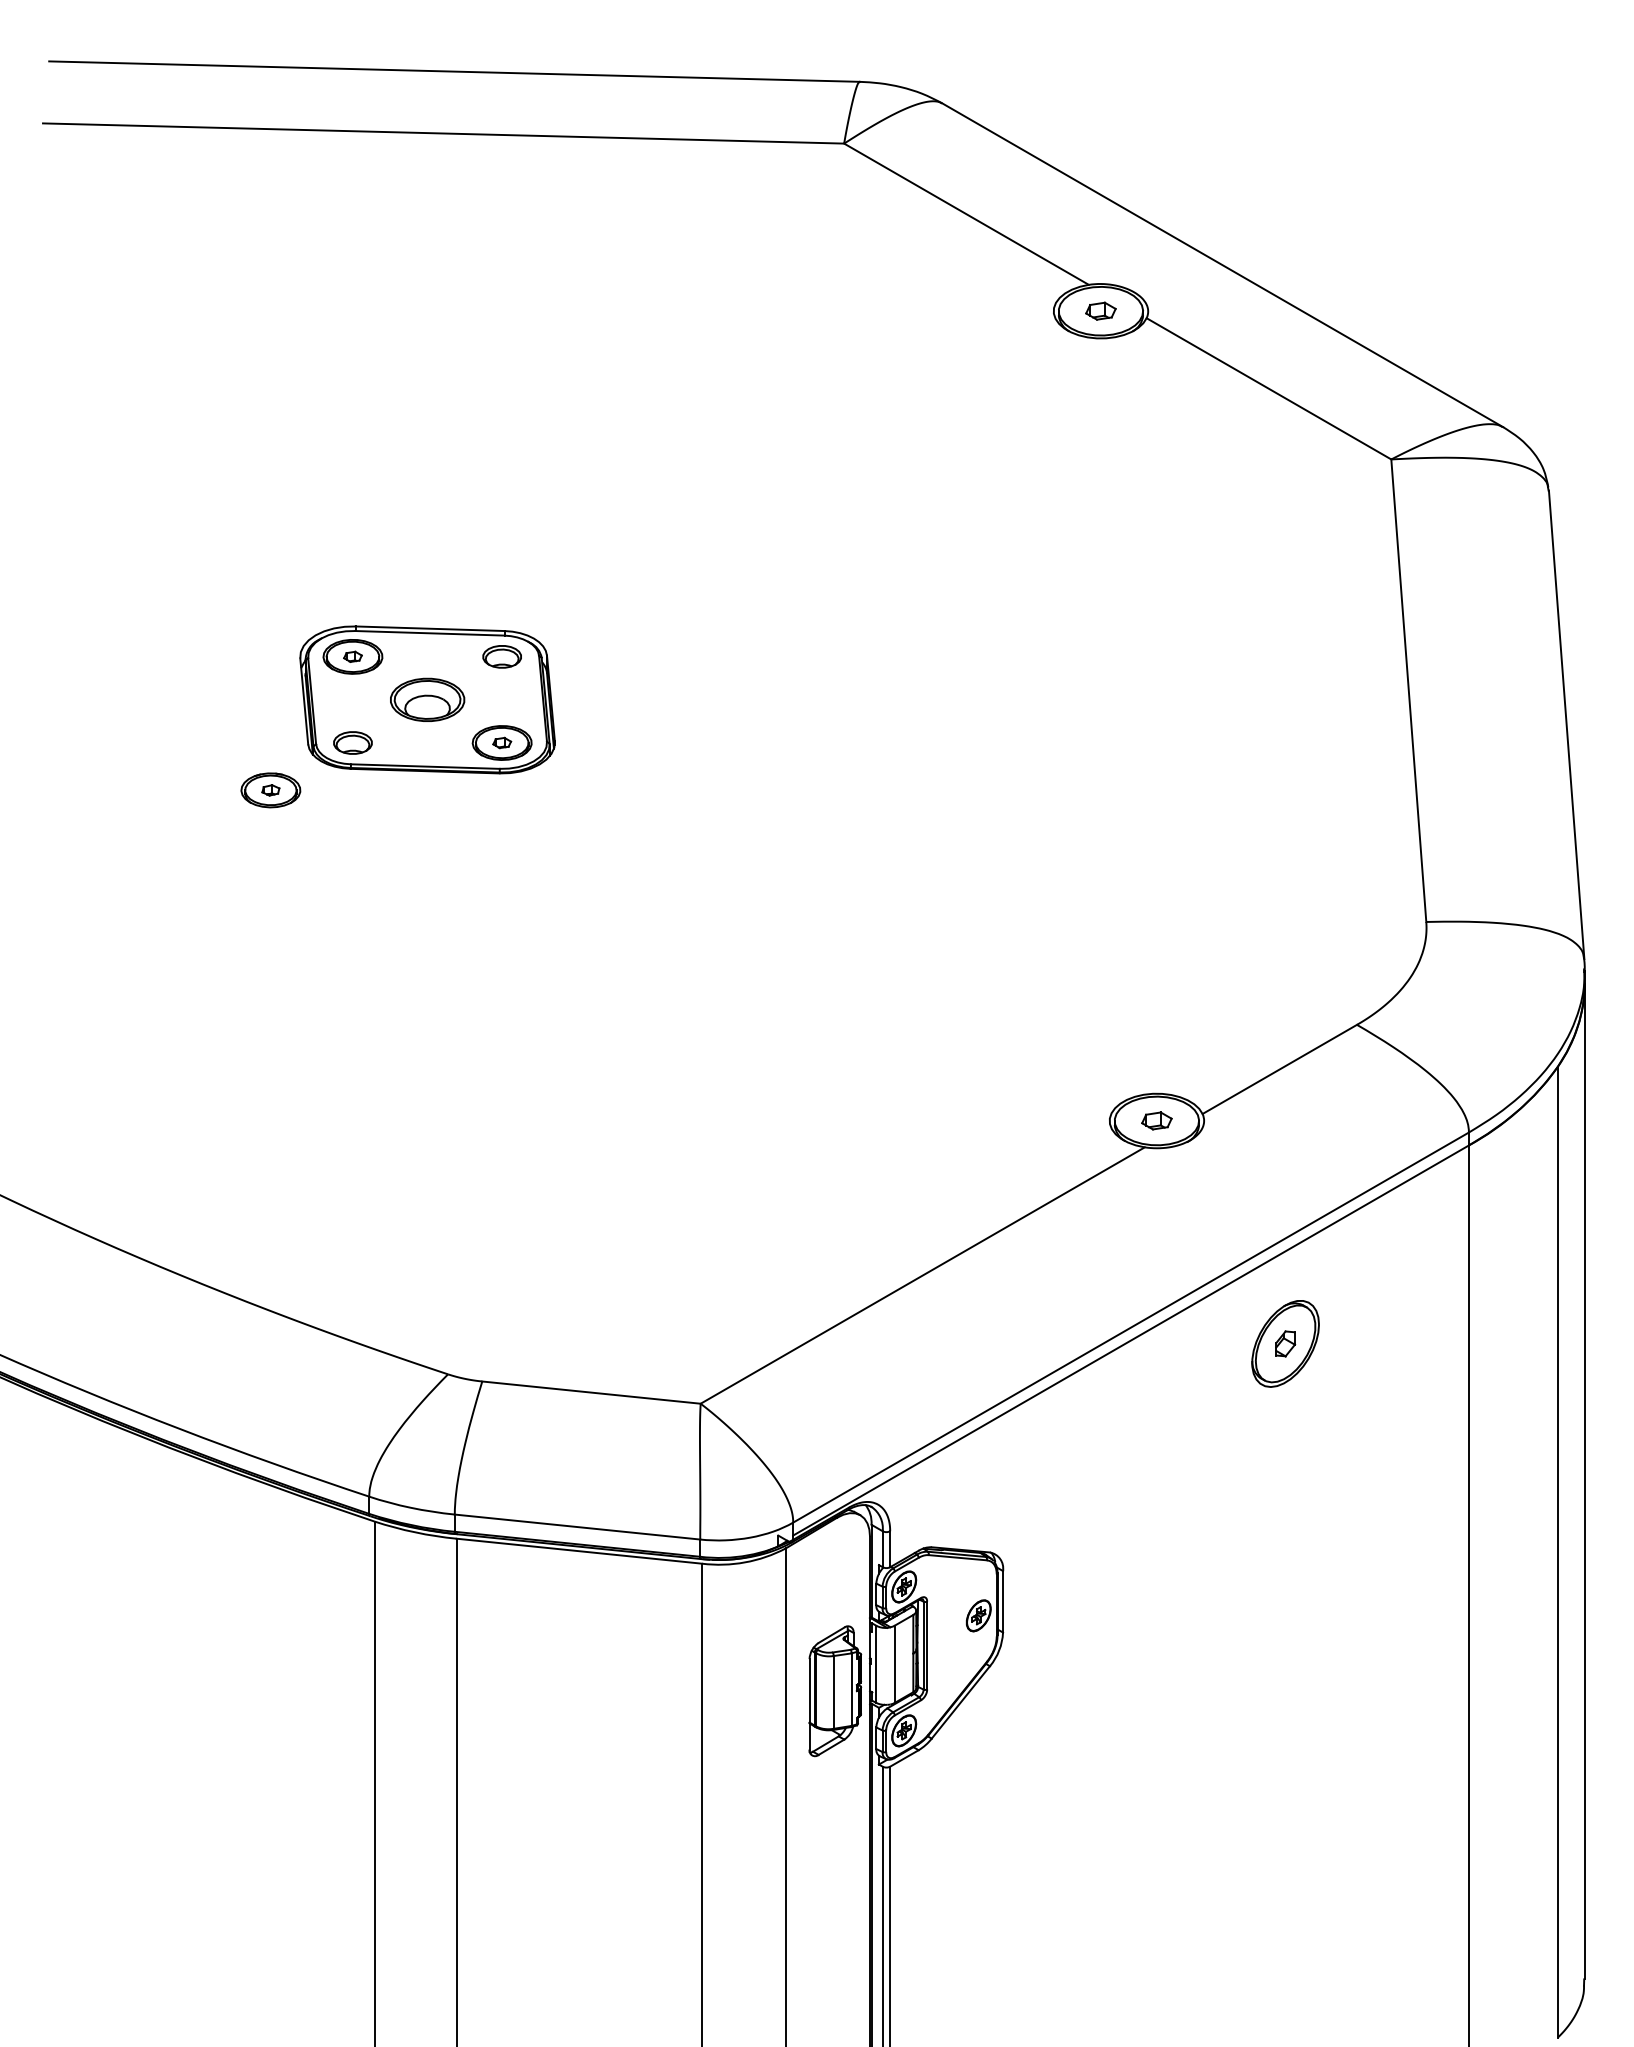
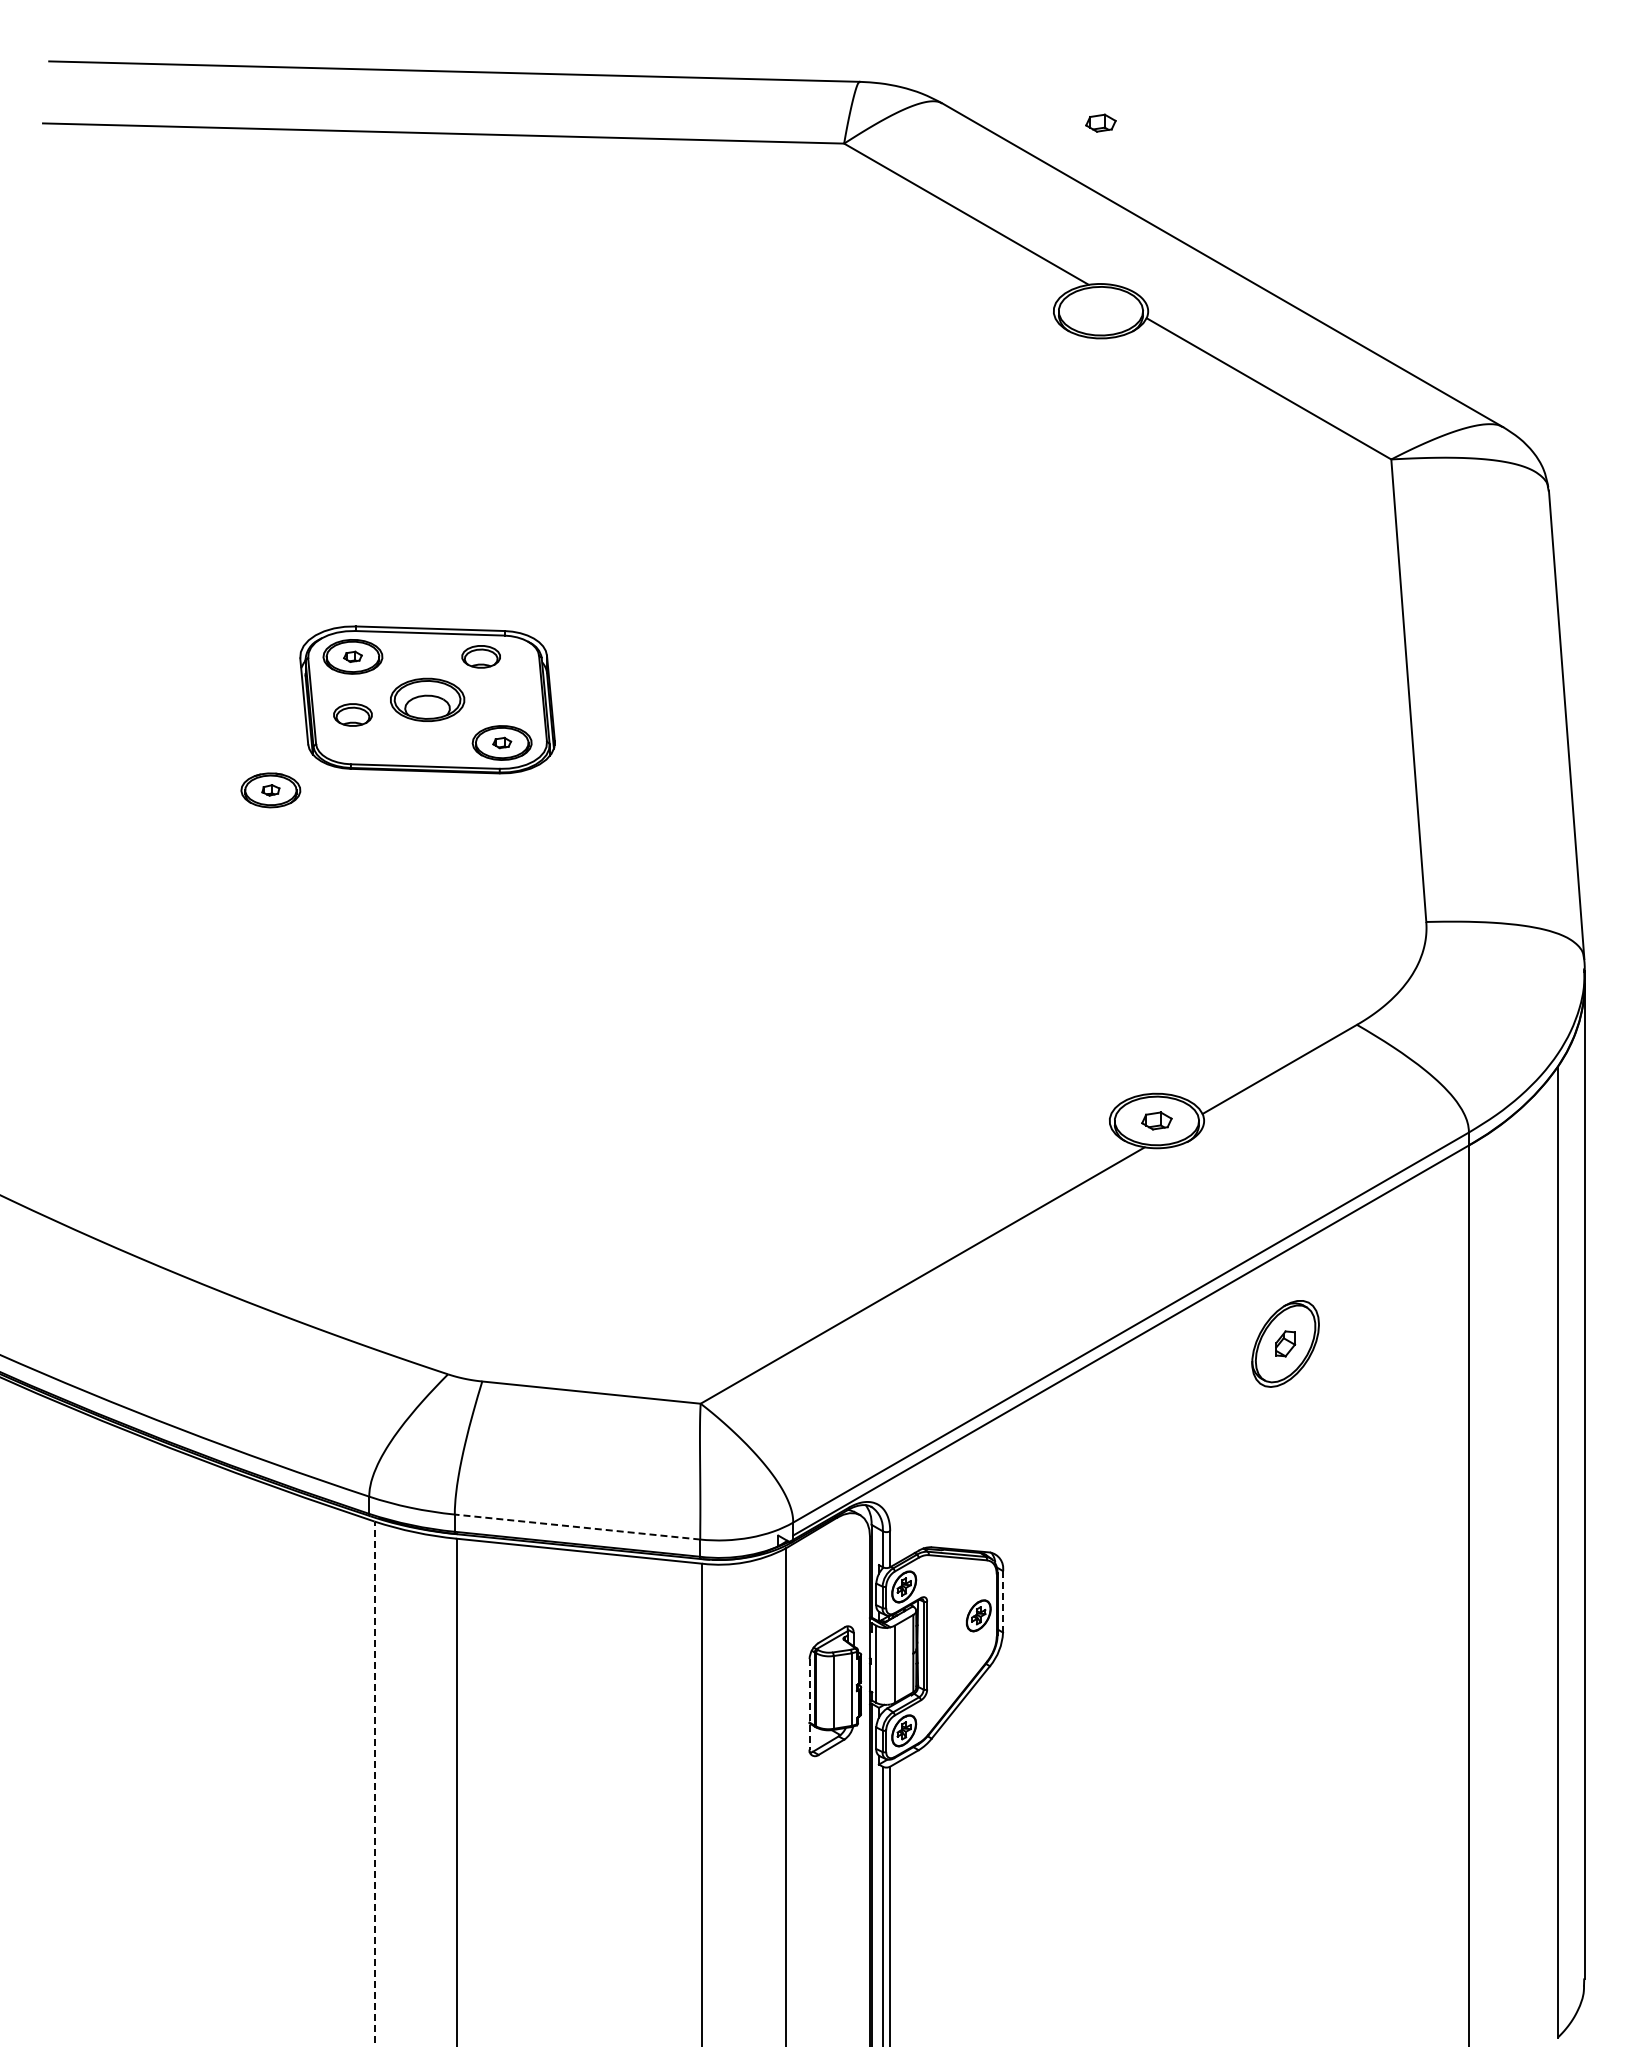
part at (1100, 310) position: (1100, 310) -> (1100, 122)
part at (501, 656) position: (501, 656) -> (480, 656)
part at (352, 742) position: (352, 742) -> (352, 714)
line at (577, 1527): solid -> dashed
line at (1003, 1601): solid -> dashed
line at (809, 1704): solid -> dashed
line at (374, 1783): solid -> dashed
